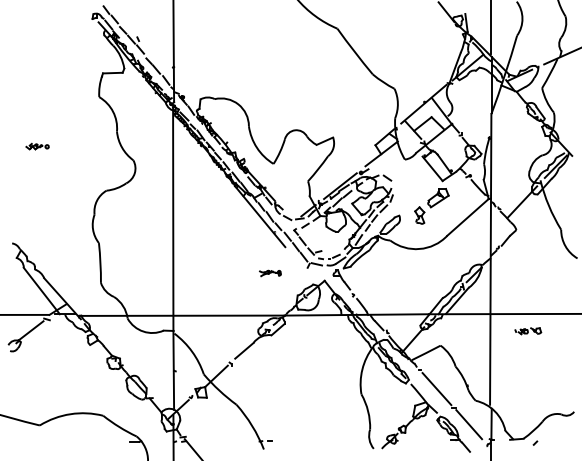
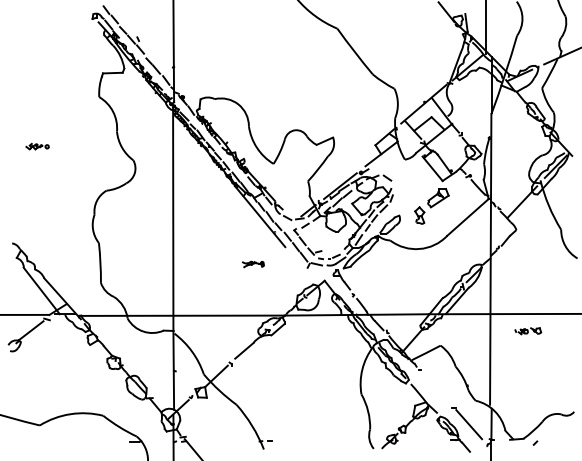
line at (491, 28) position: (491, 28) -> (486, 28)
part at (270, 273) position: (270, 273) -> (253, 264)
line at (436, 389): present -> none
